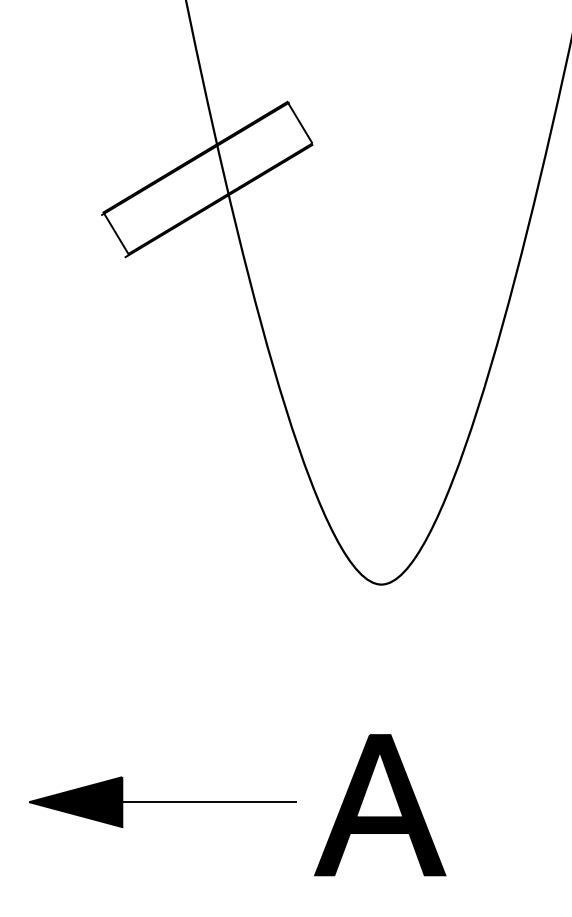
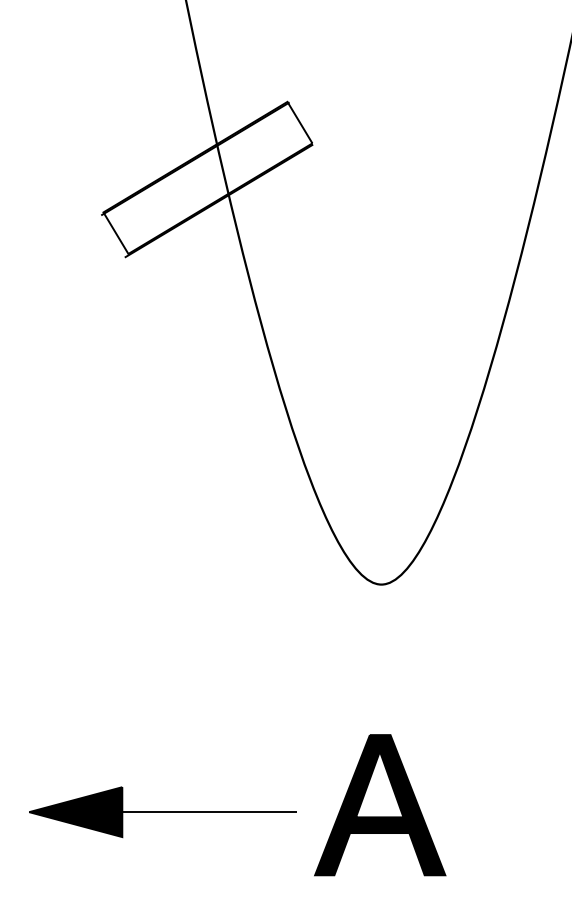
part at (162, 802) position: (162, 802) -> (162, 812)
